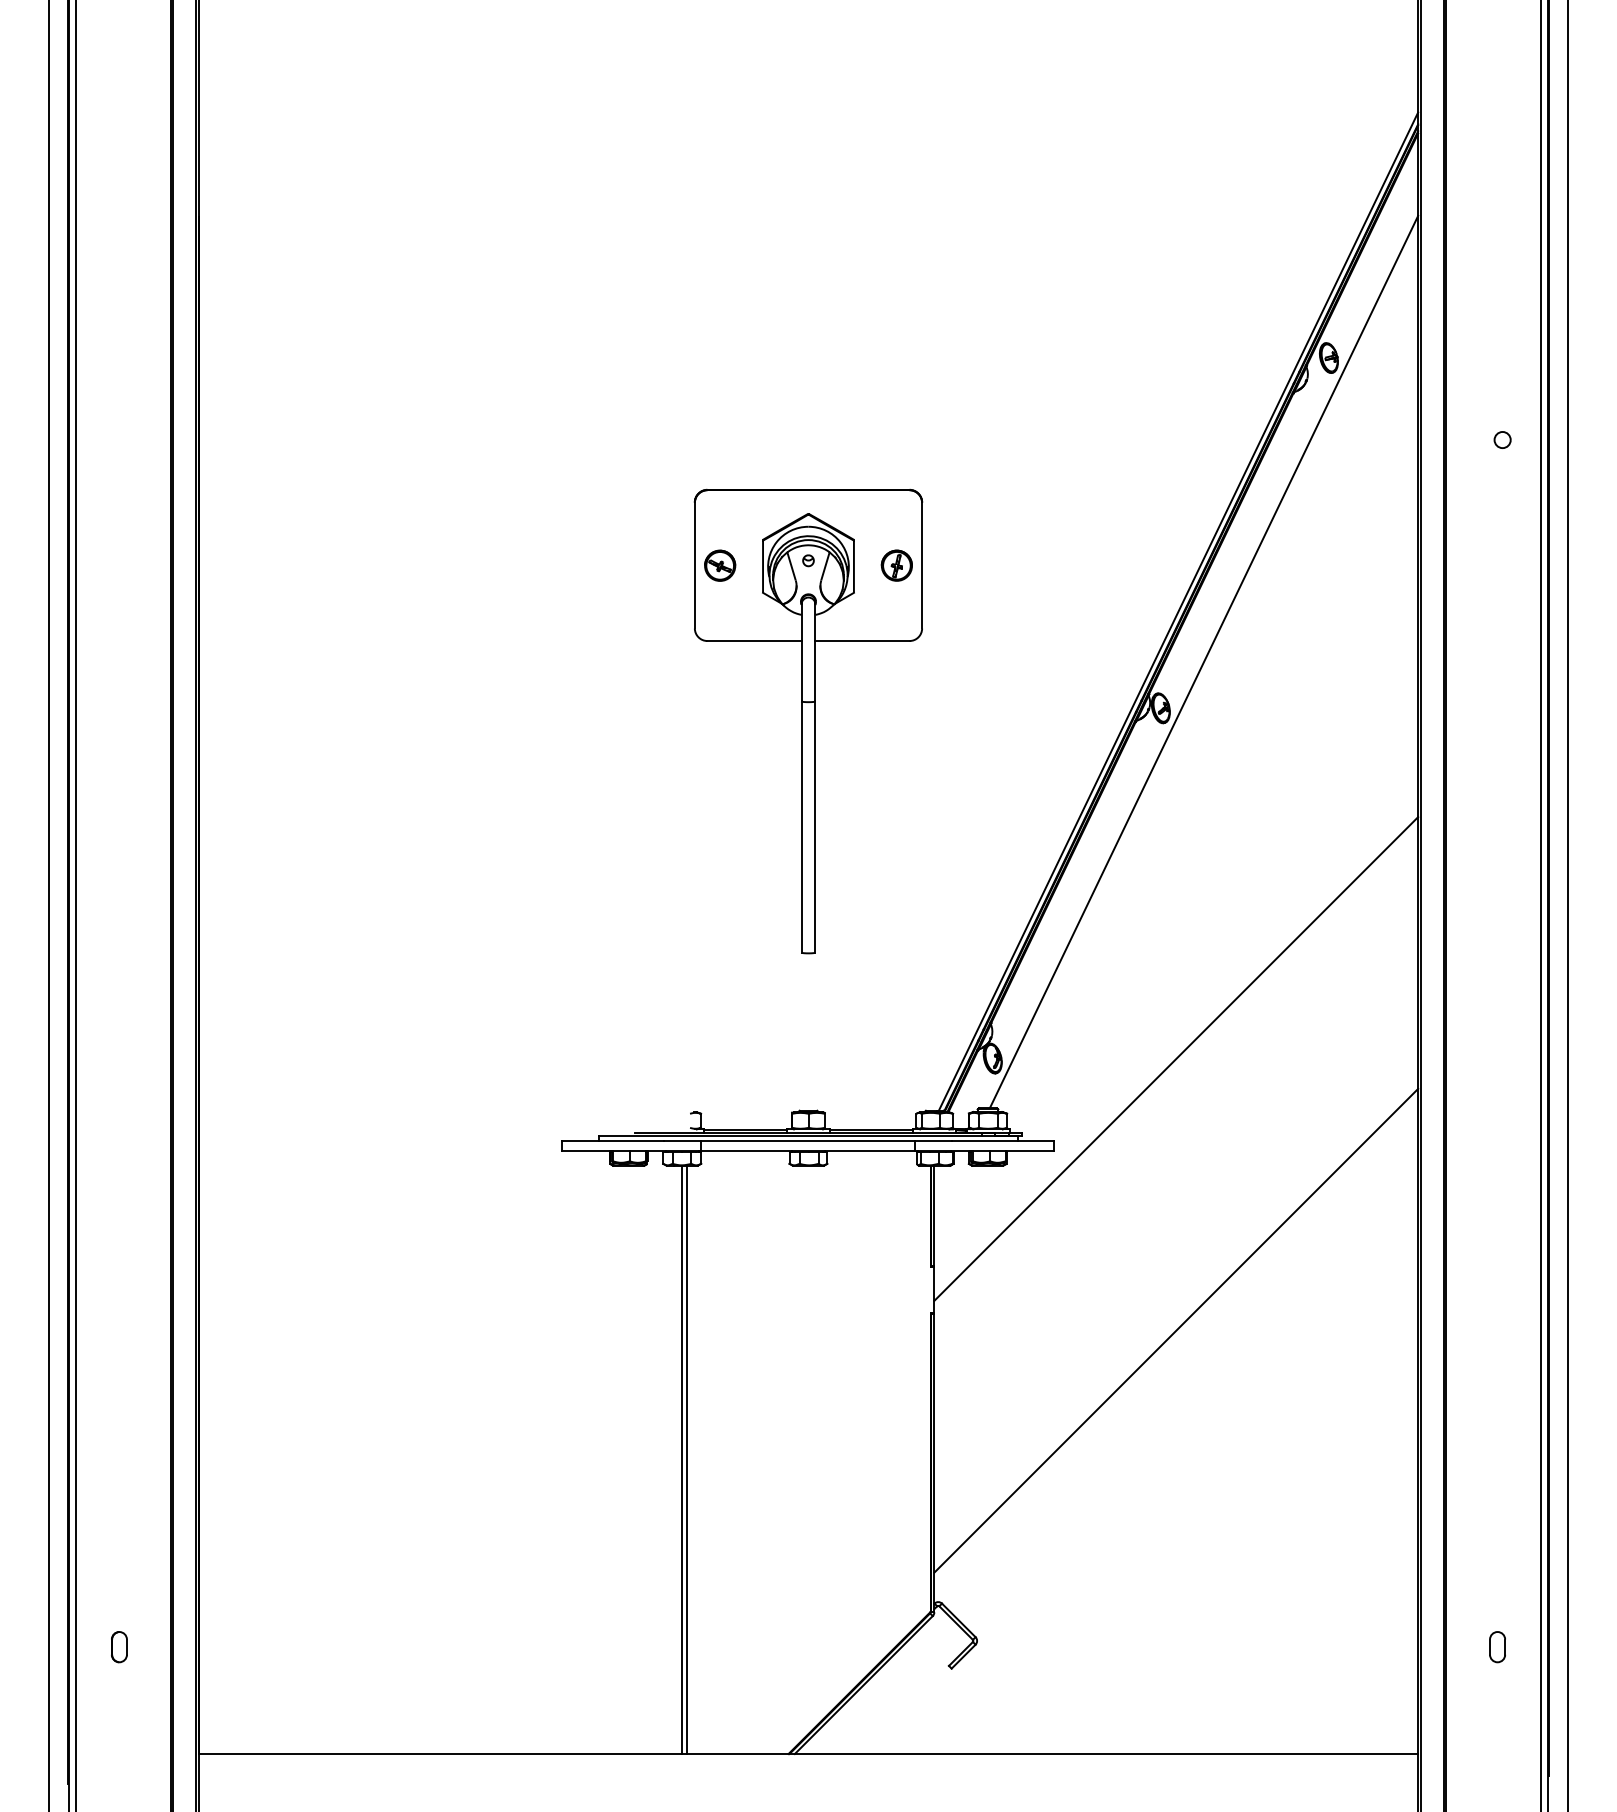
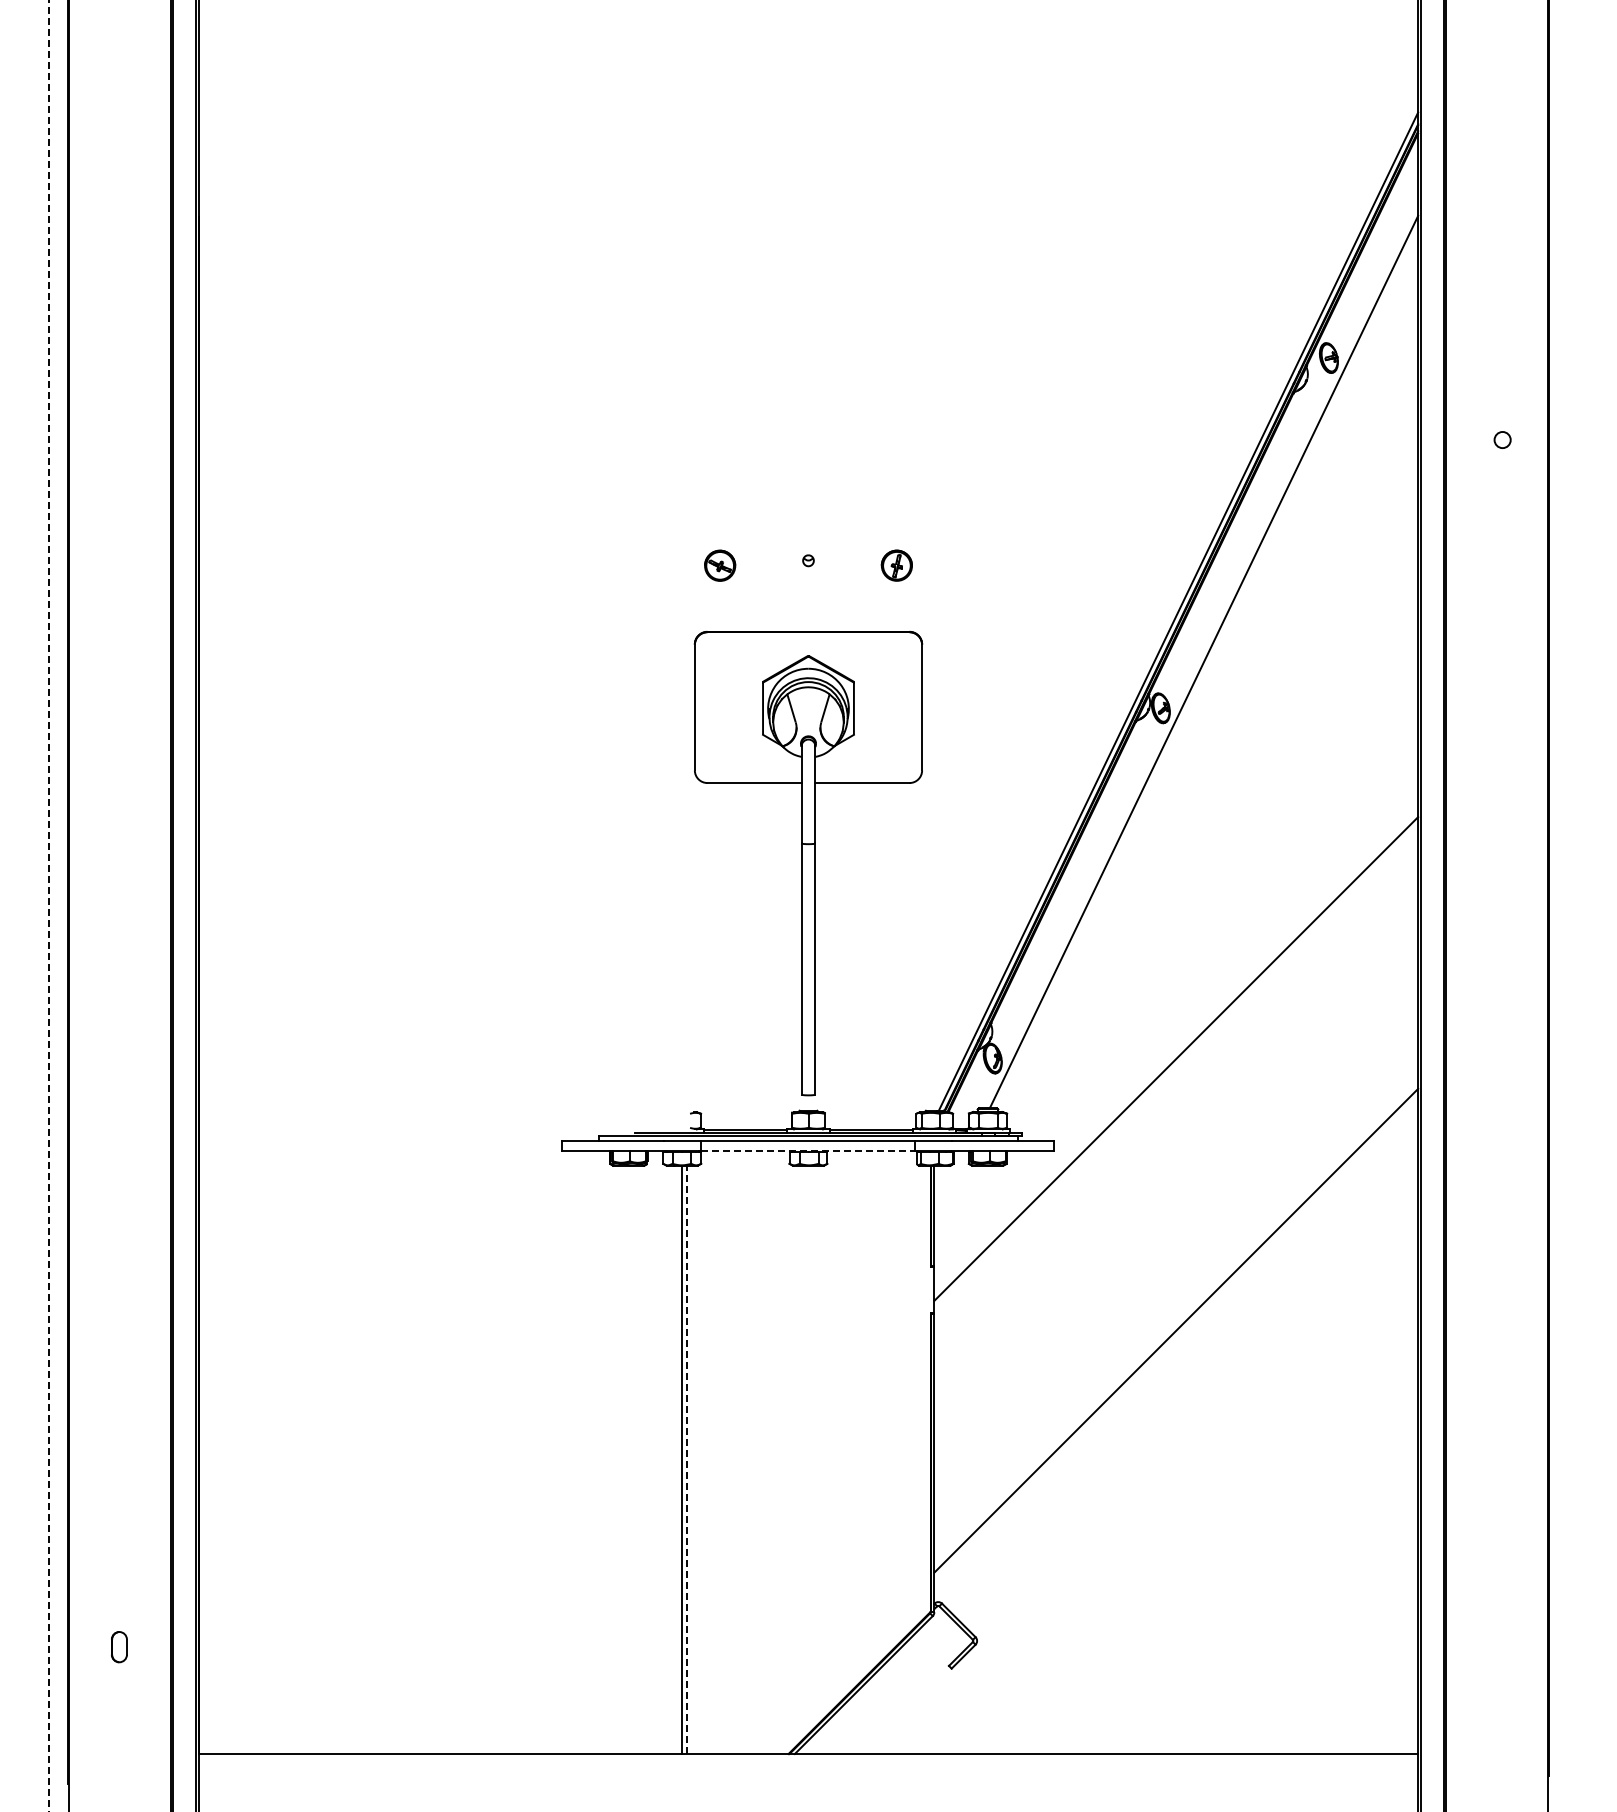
part at (808, 721) position: (808, 721) -> (808, 863)
line at (76, 905): present -> none
line at (1540, 905): present -> none
line at (1568, 905): present -> none
line at (48, 906): solid -> dashed
line at (808, 1151): solid -> dashed
line at (687, 1459): solid -> dashed
part at (1497, 1647): present -> none
